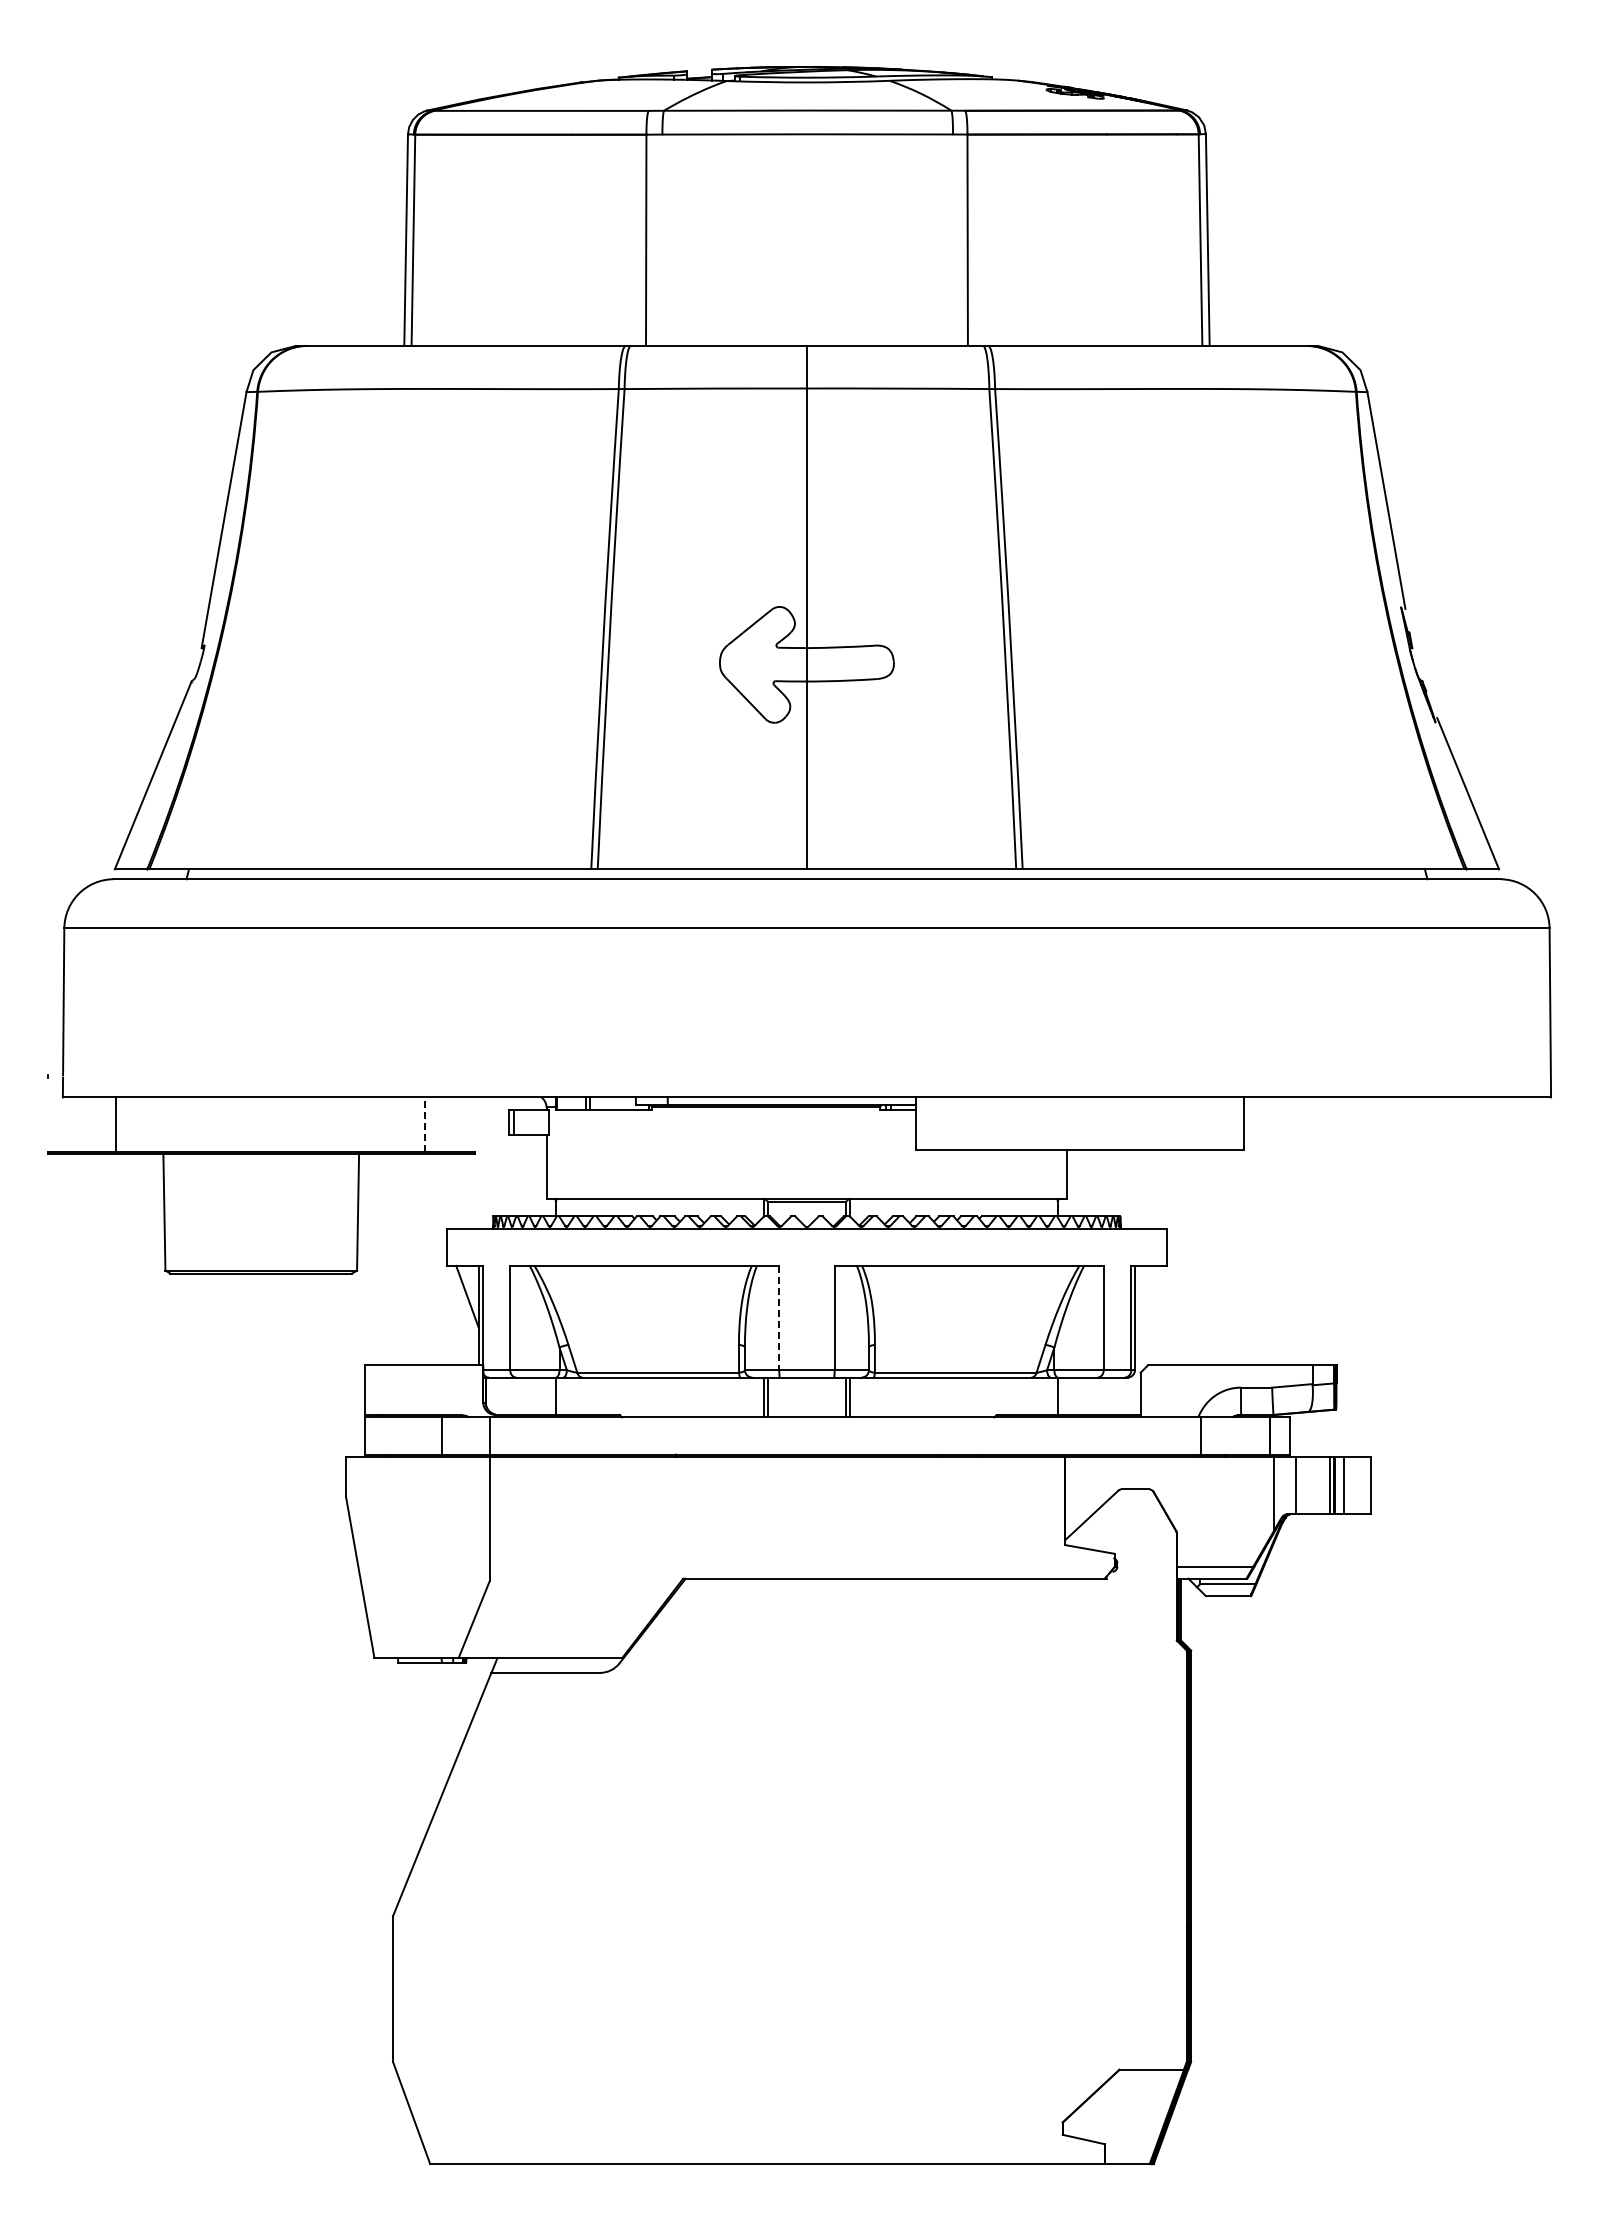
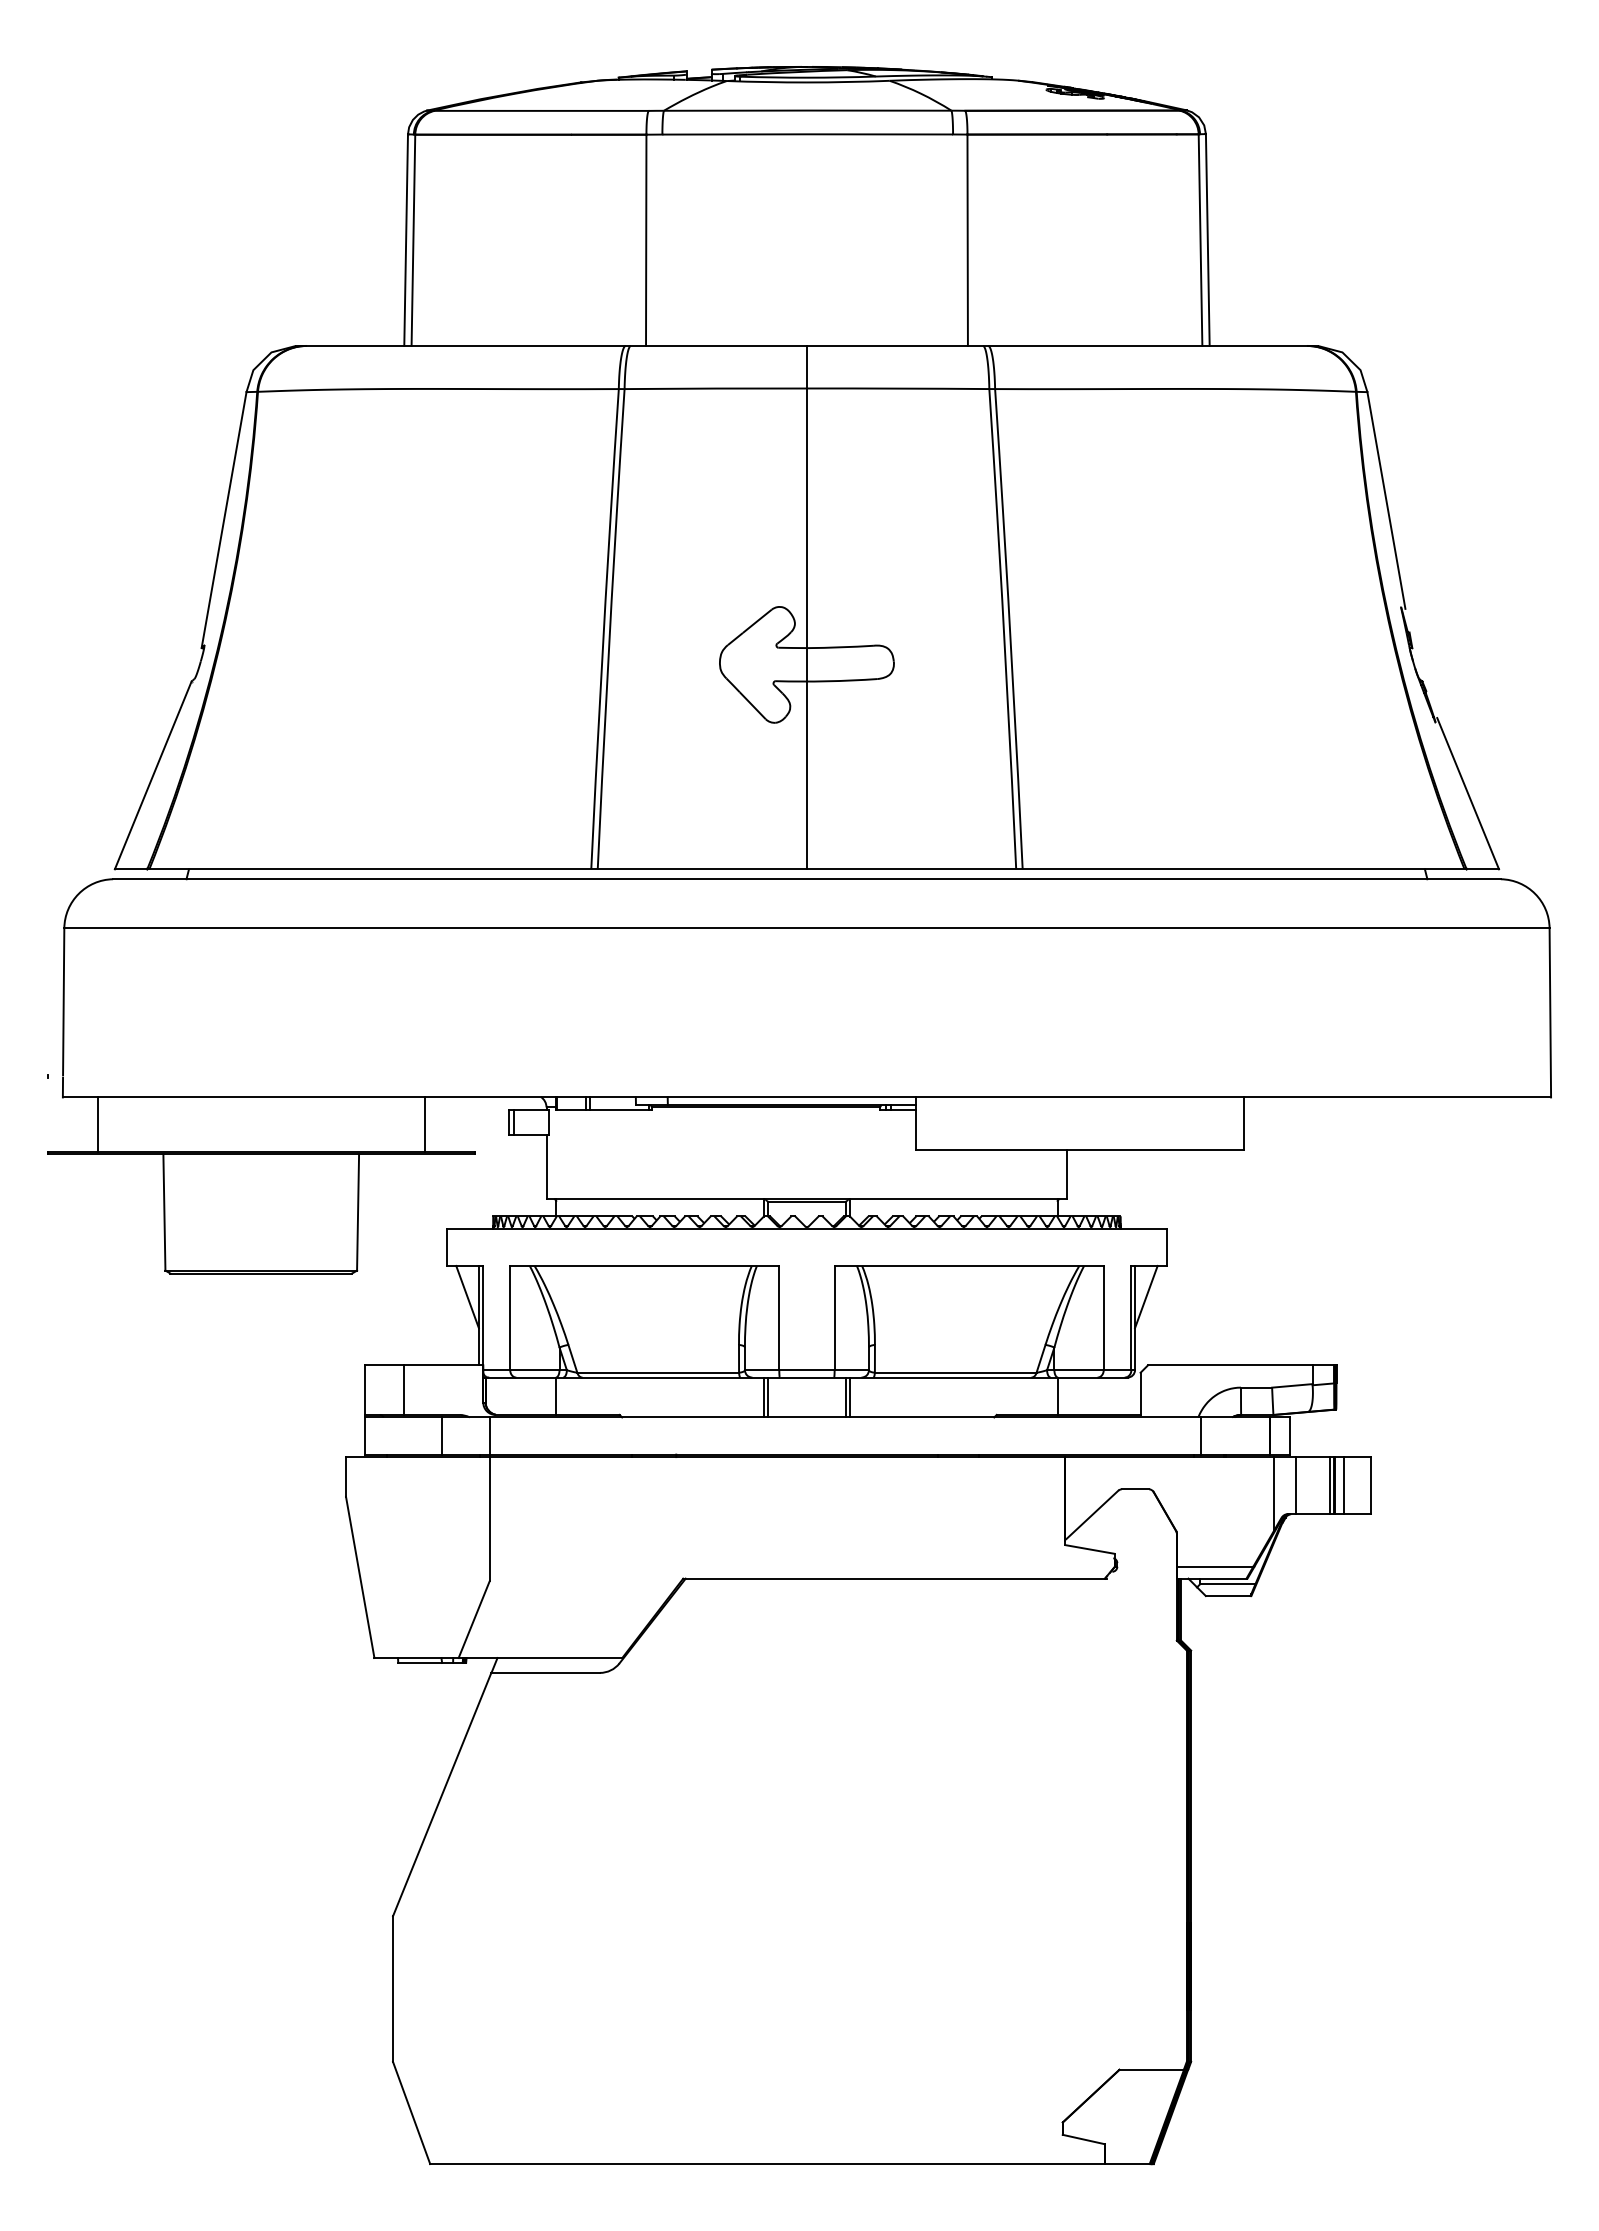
line at (115, 1124) position: (115, 1124) -> (97, 1124)
line at (424, 1124): dashed -> solid
line at (1146, 1296): none -> present
line at (779, 1318): dashed -> solid
line at (404, 1389): none -> present
